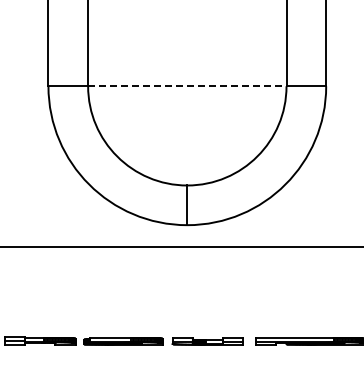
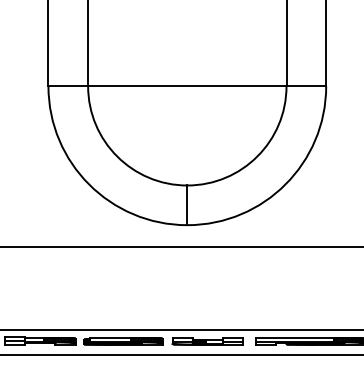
line at (187, 86): dashed -> solid
line at (181, 329): none -> present
line at (181, 355): none -> present
